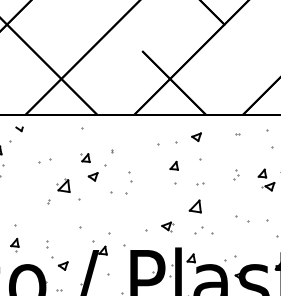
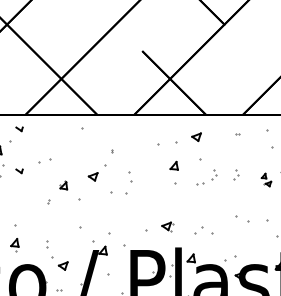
part at (85, 158): present -> none
part at (19, 171): none -> present
part at (214, 174): none -> present
part at (266, 179) size: 19x24 px -> 13x16 px
part at (63, 185) size: 15x15 px -> 10x11 px
part at (194, 206): present -> none
